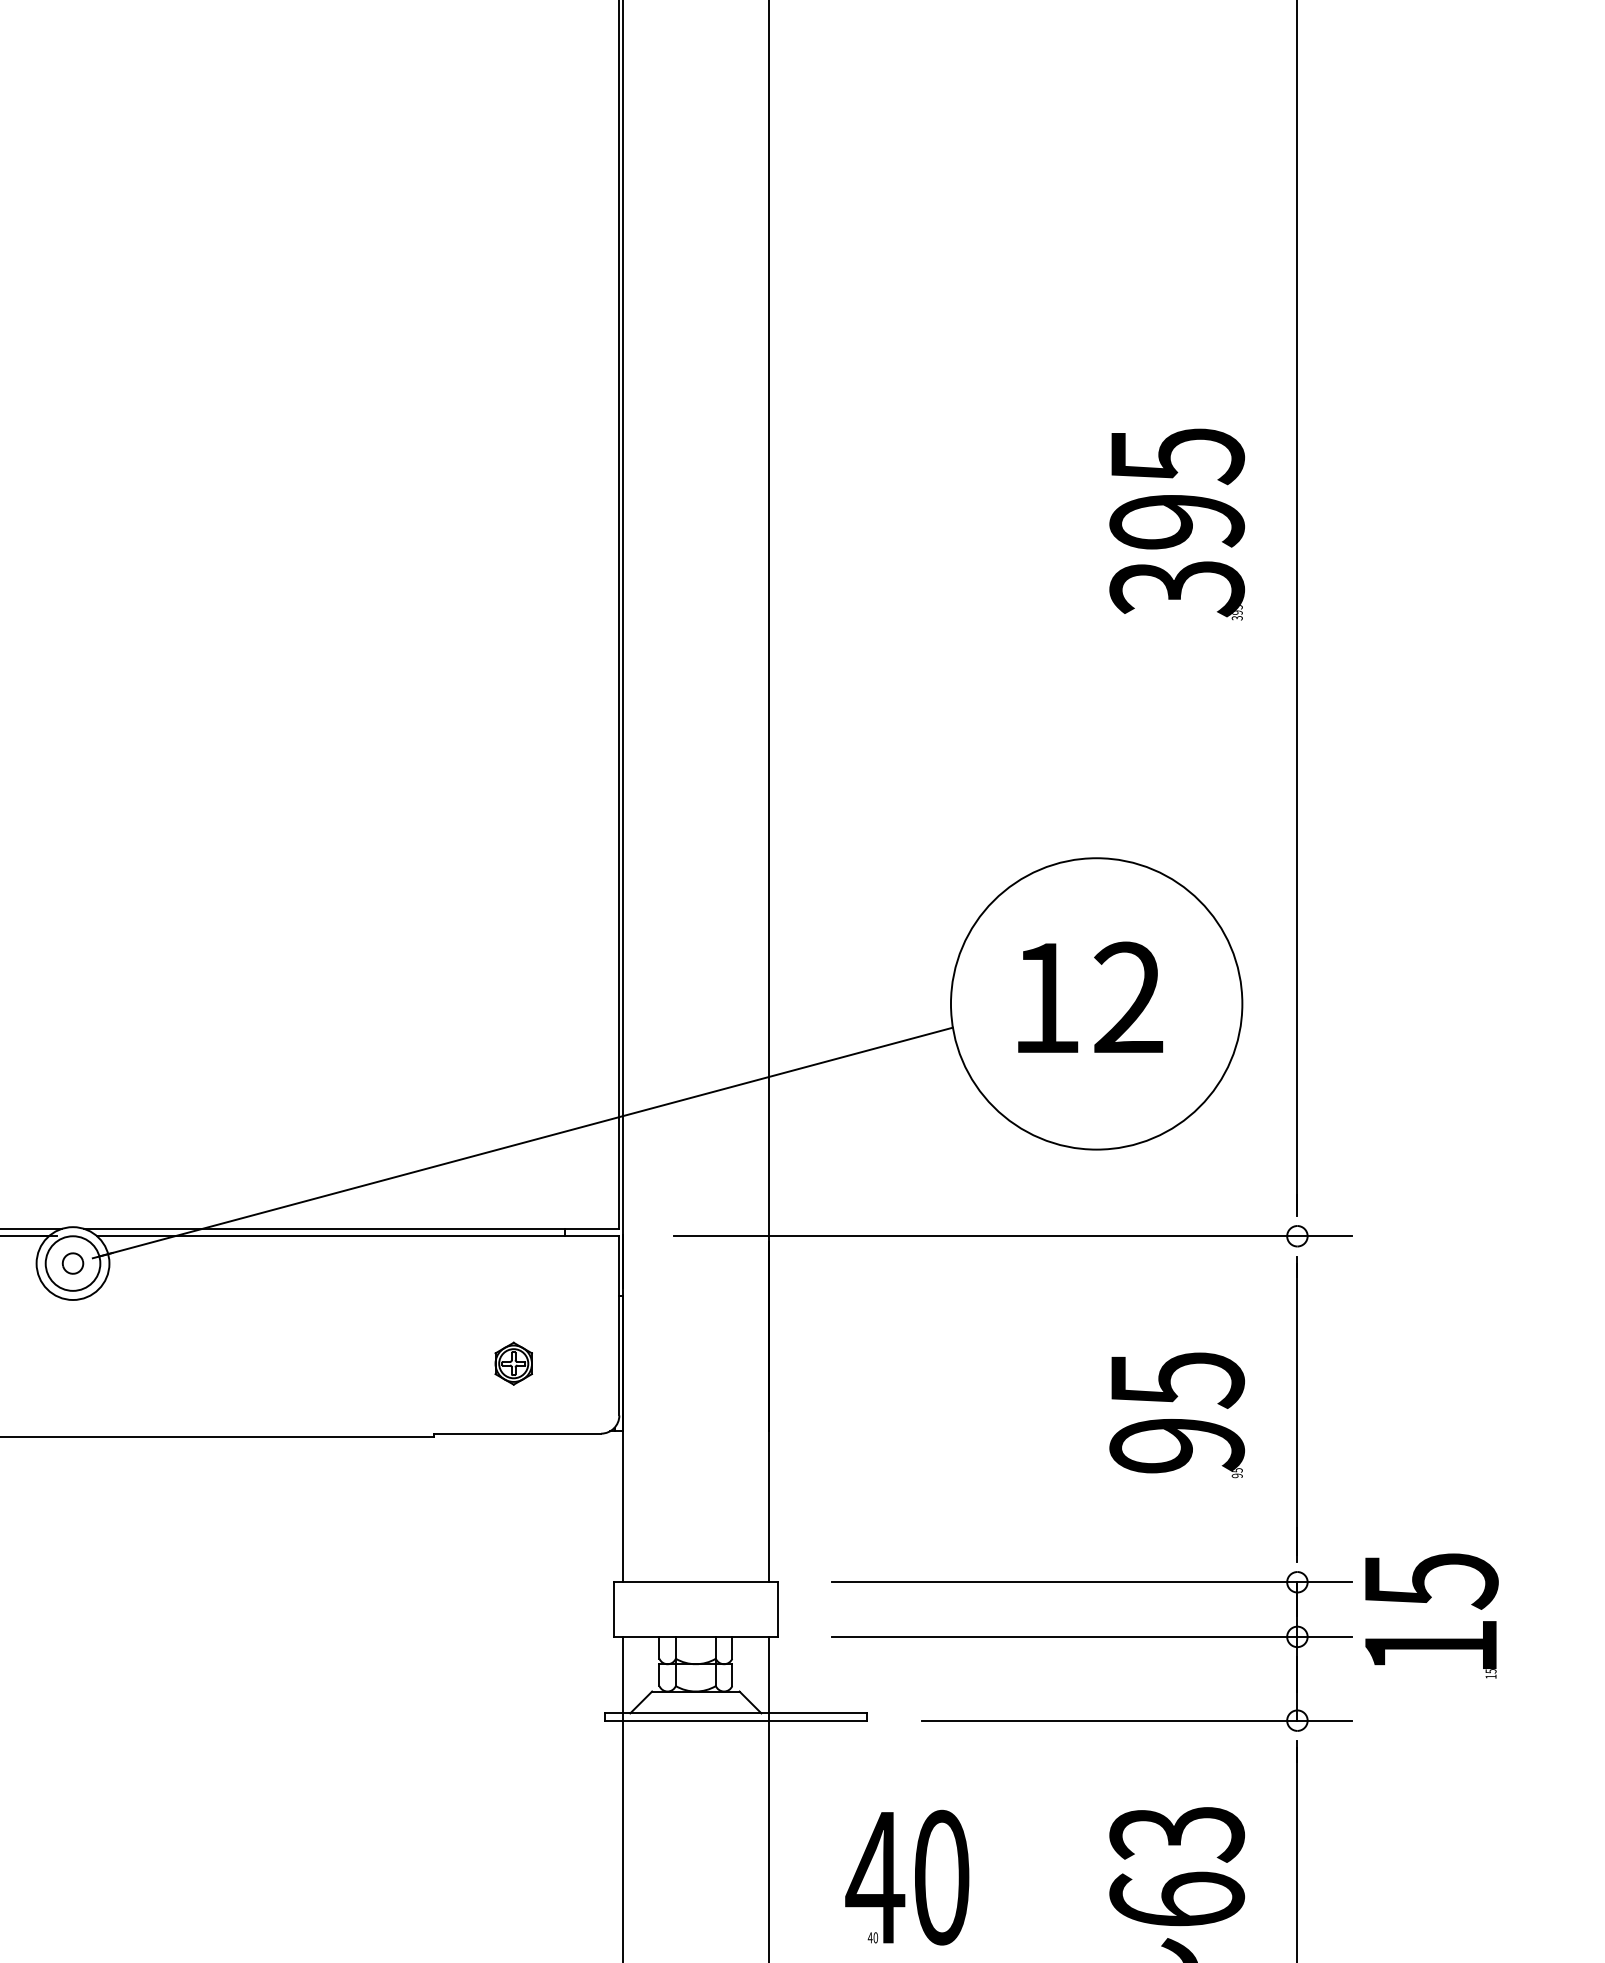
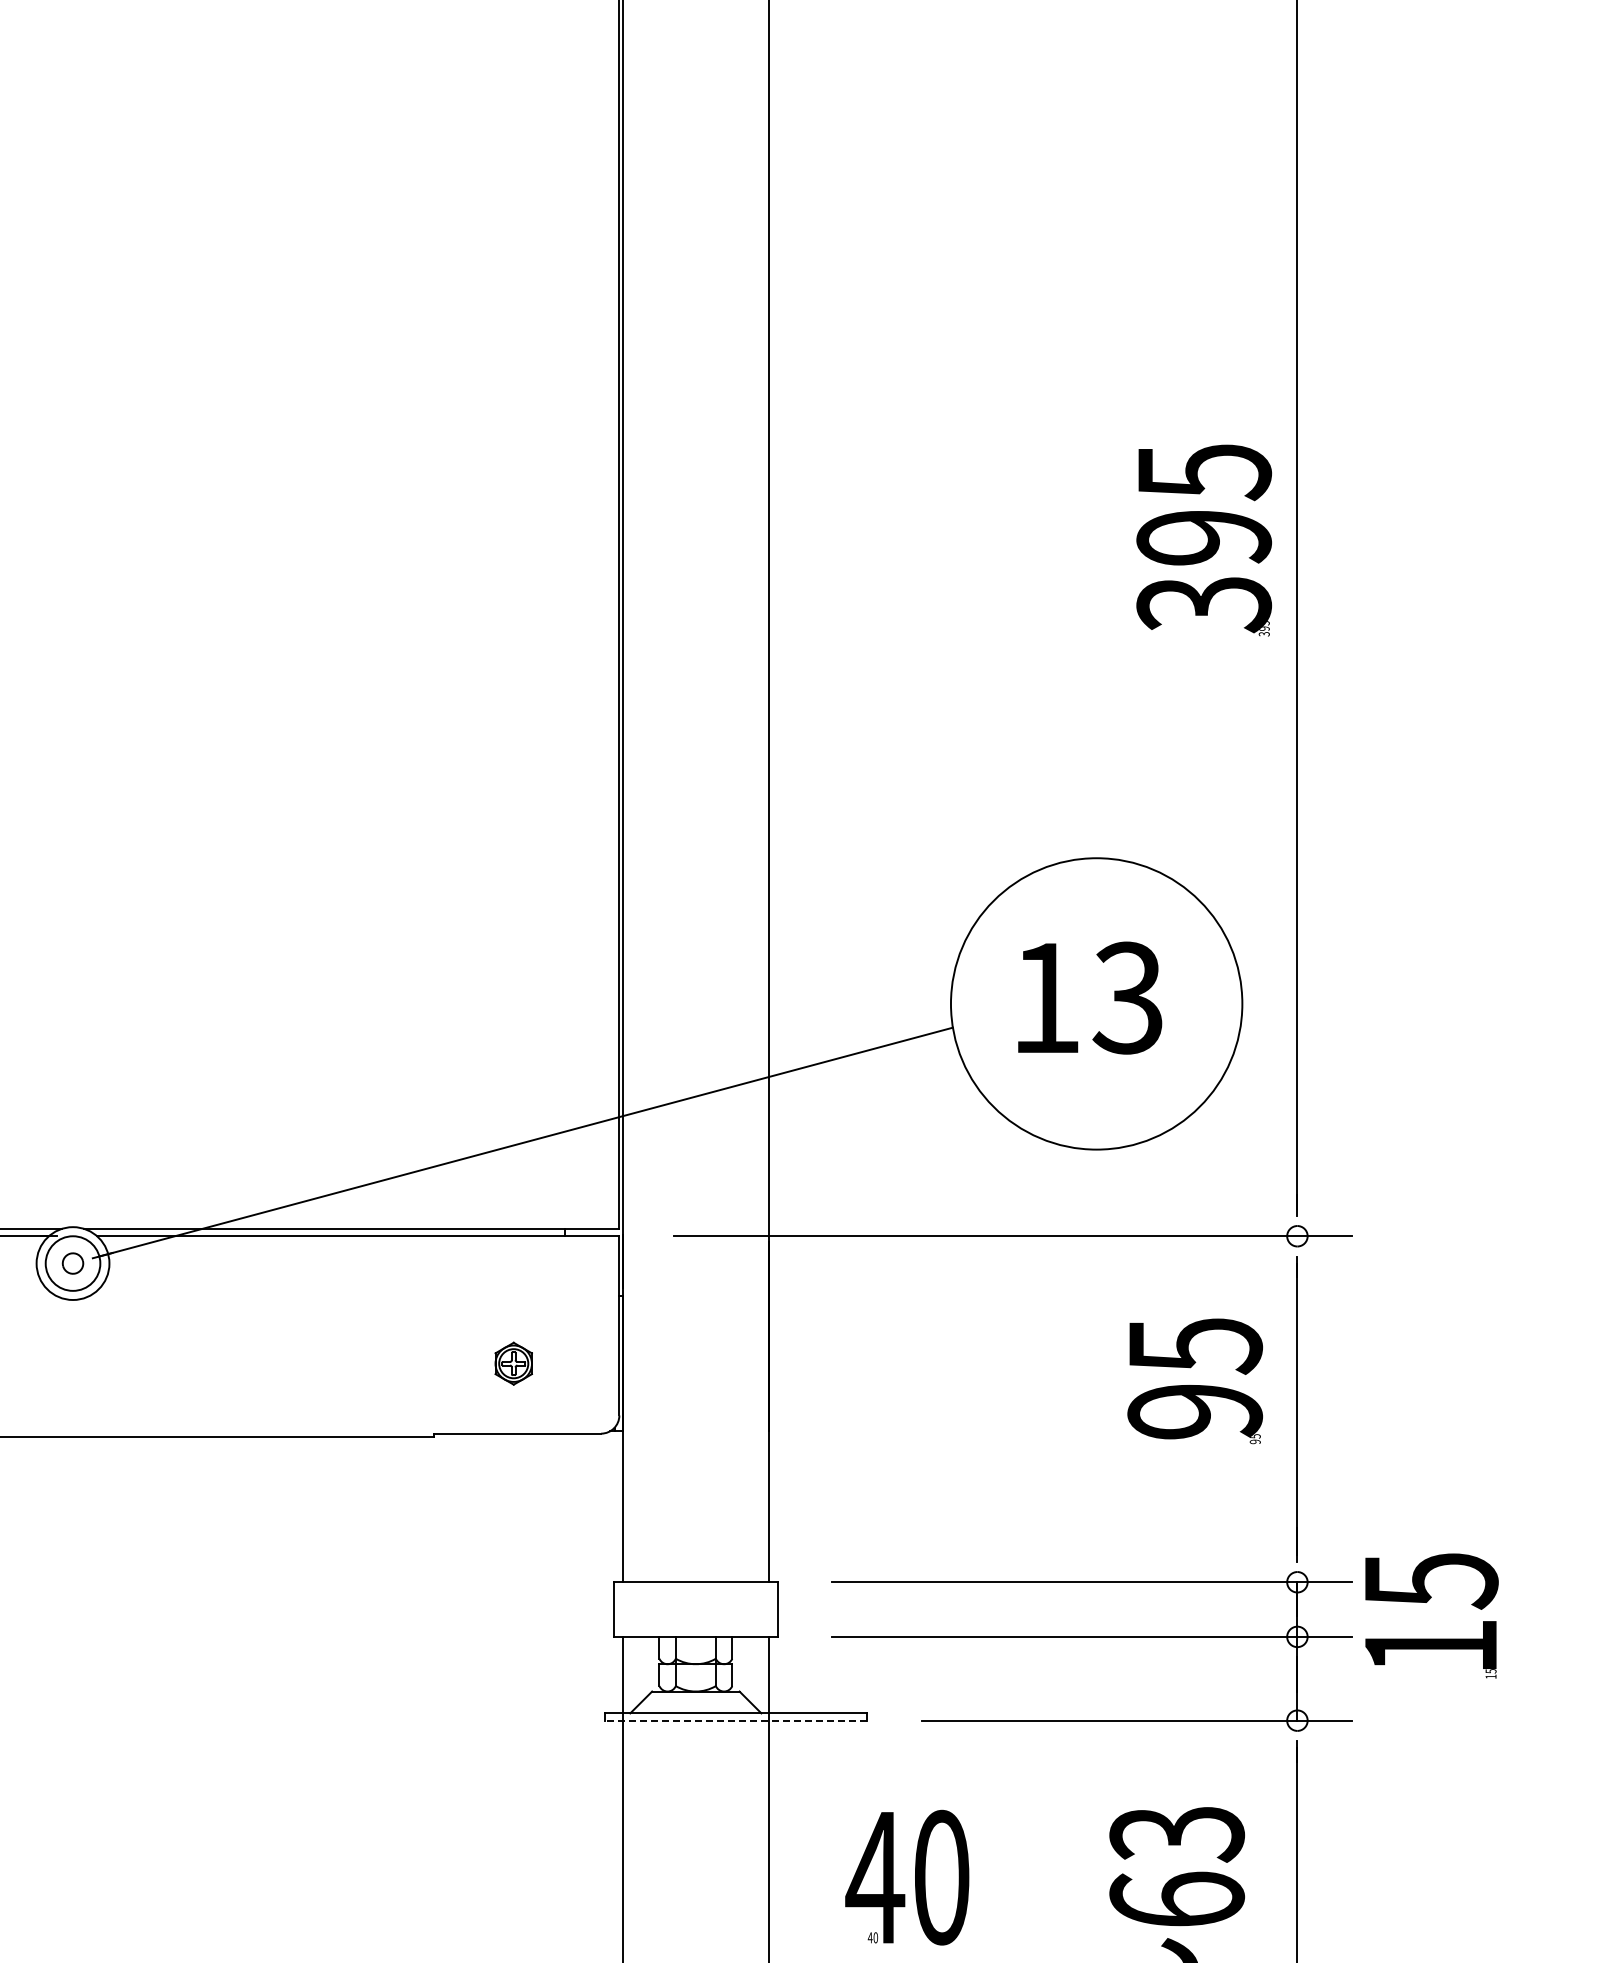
text at (1176, 524) position: (1176, 524) -> (1203, 540)
text at (1127, 997): 12 -> 13
text at (1176, 1415) position: (1176, 1415) -> (1194, 1381)
line at (735, 1720): solid -> dashed
